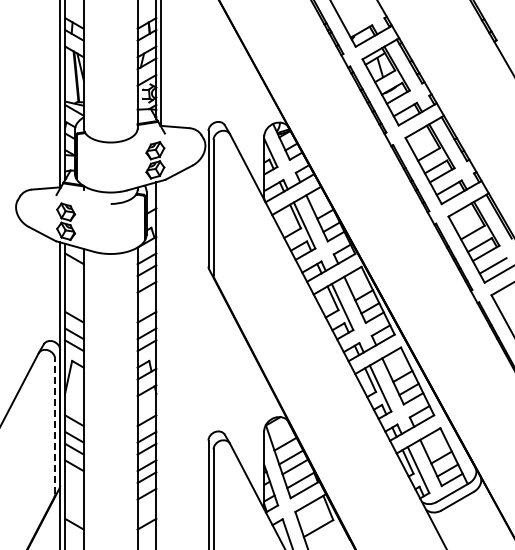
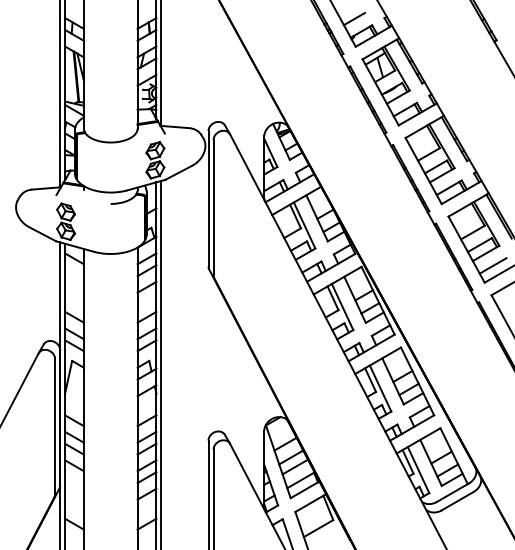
line at (353, 18): none -> present
line at (161, 363): none -> present
line at (55, 426): dashed -> solid
